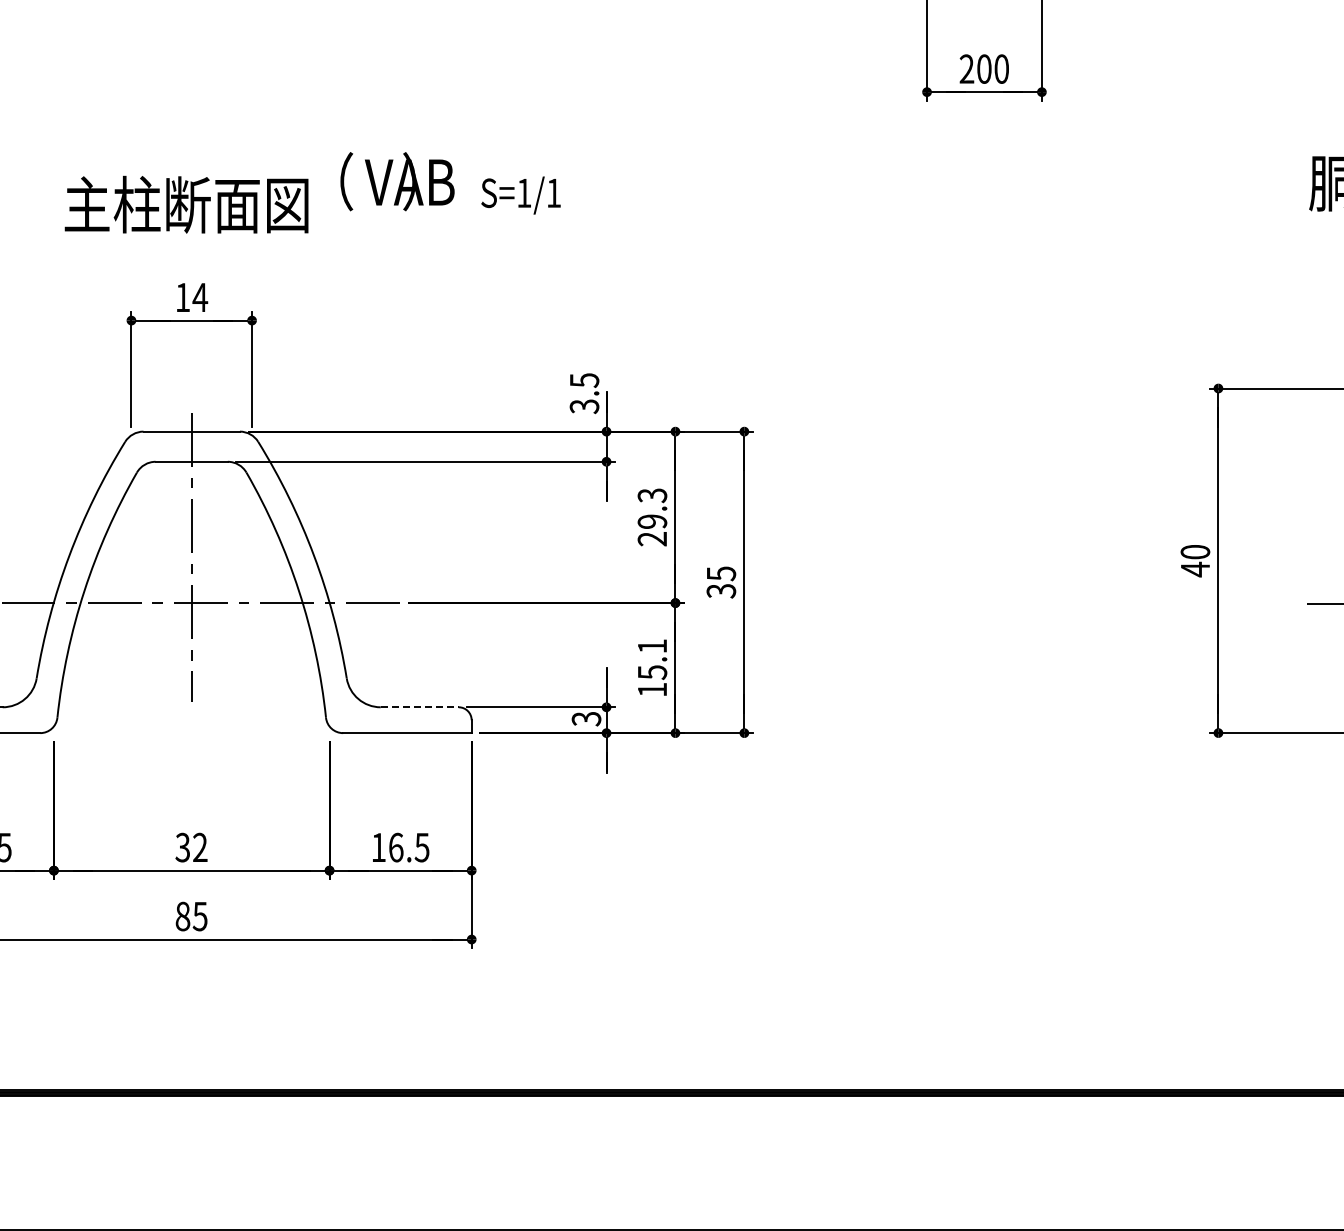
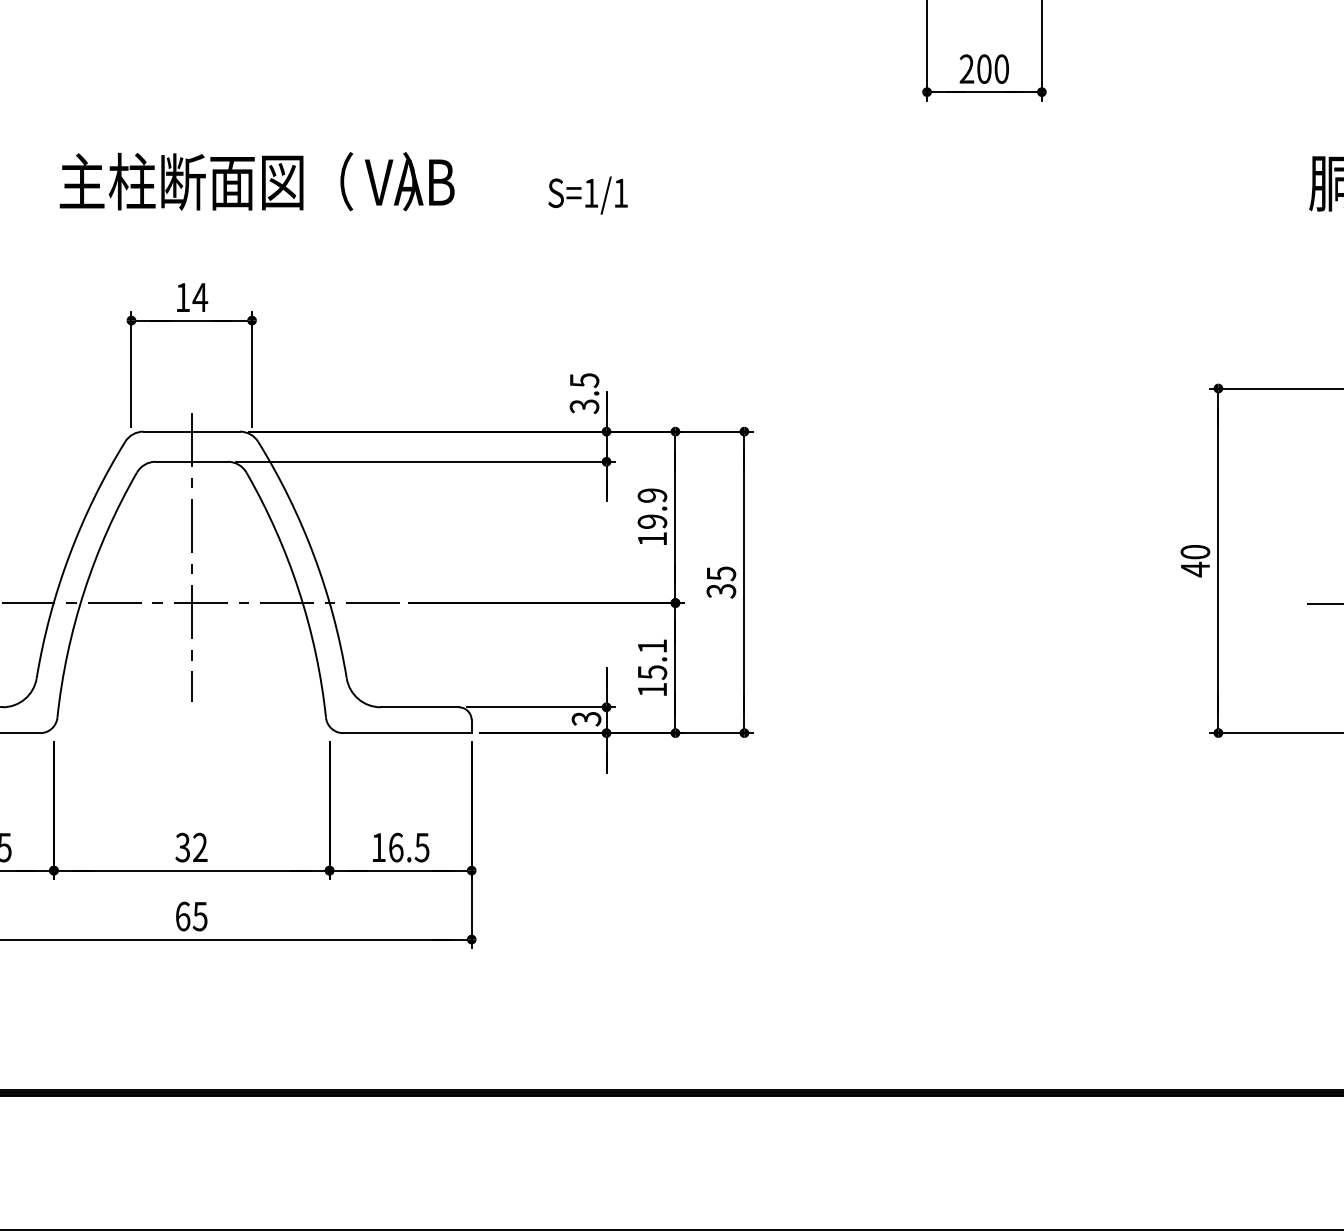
text at (520, 195) position: (520, 195) -> (587, 195)
text at (186, 204) position: (186, 204) -> (181, 181)
text at (652, 517): 29.3 -> 19.9
line at (419, 707): dashed -> solid
text at (182, 916): 85 -> 65
